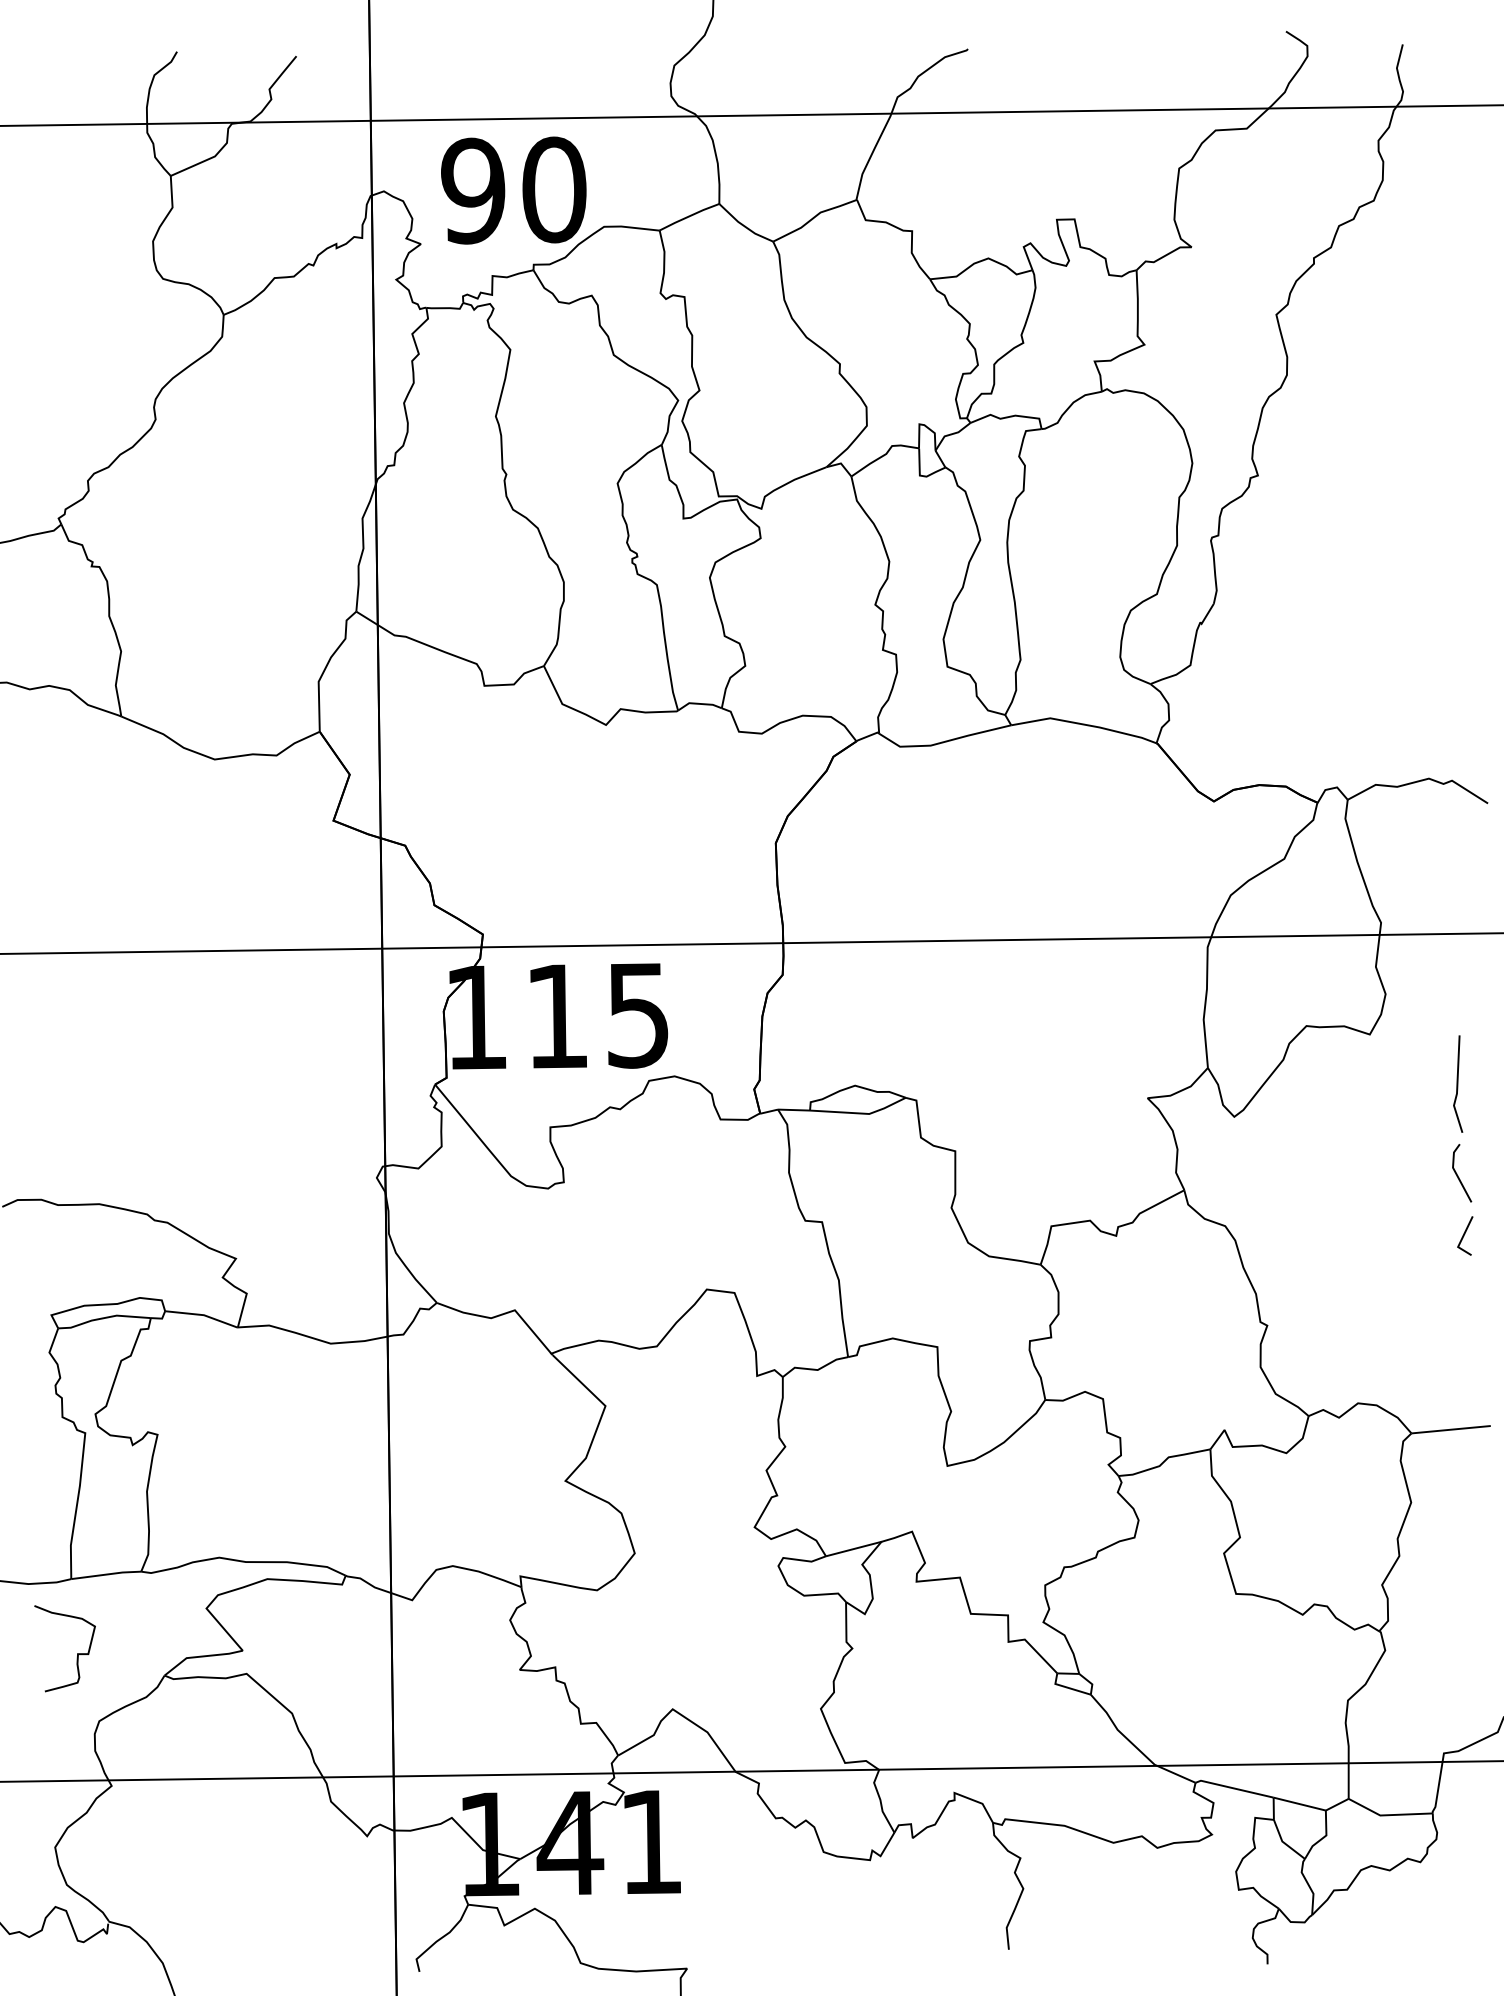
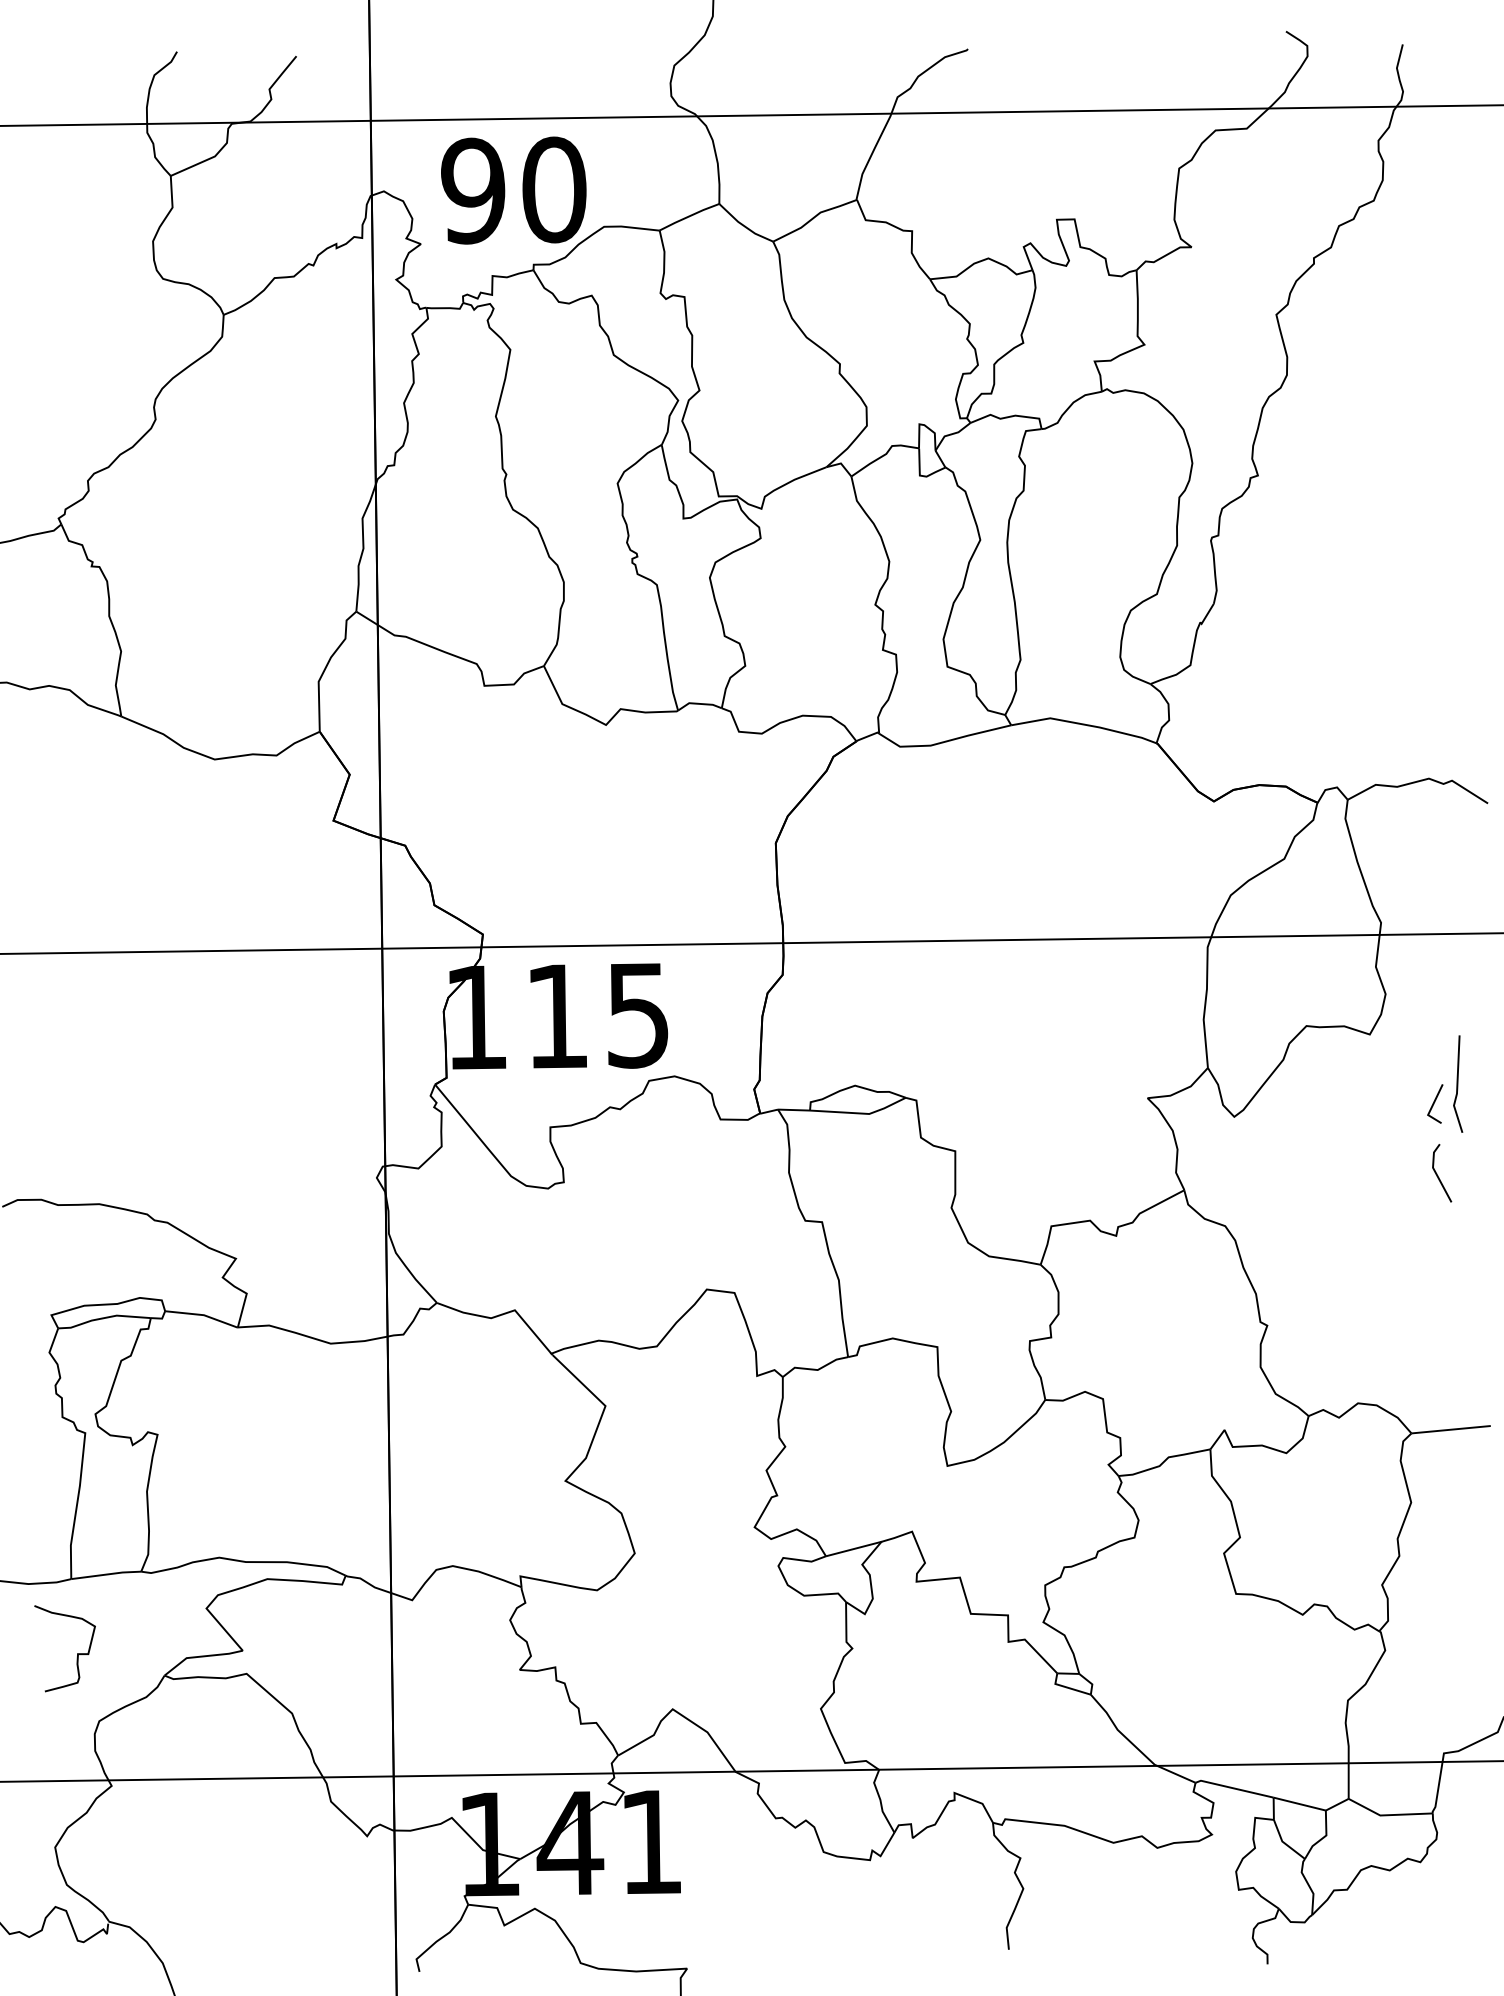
line at (1458, 1175) position: (1458, 1175) -> (1438, 1175)
line at (1465, 1234) position: (1465, 1234) -> (1435, 1102)
